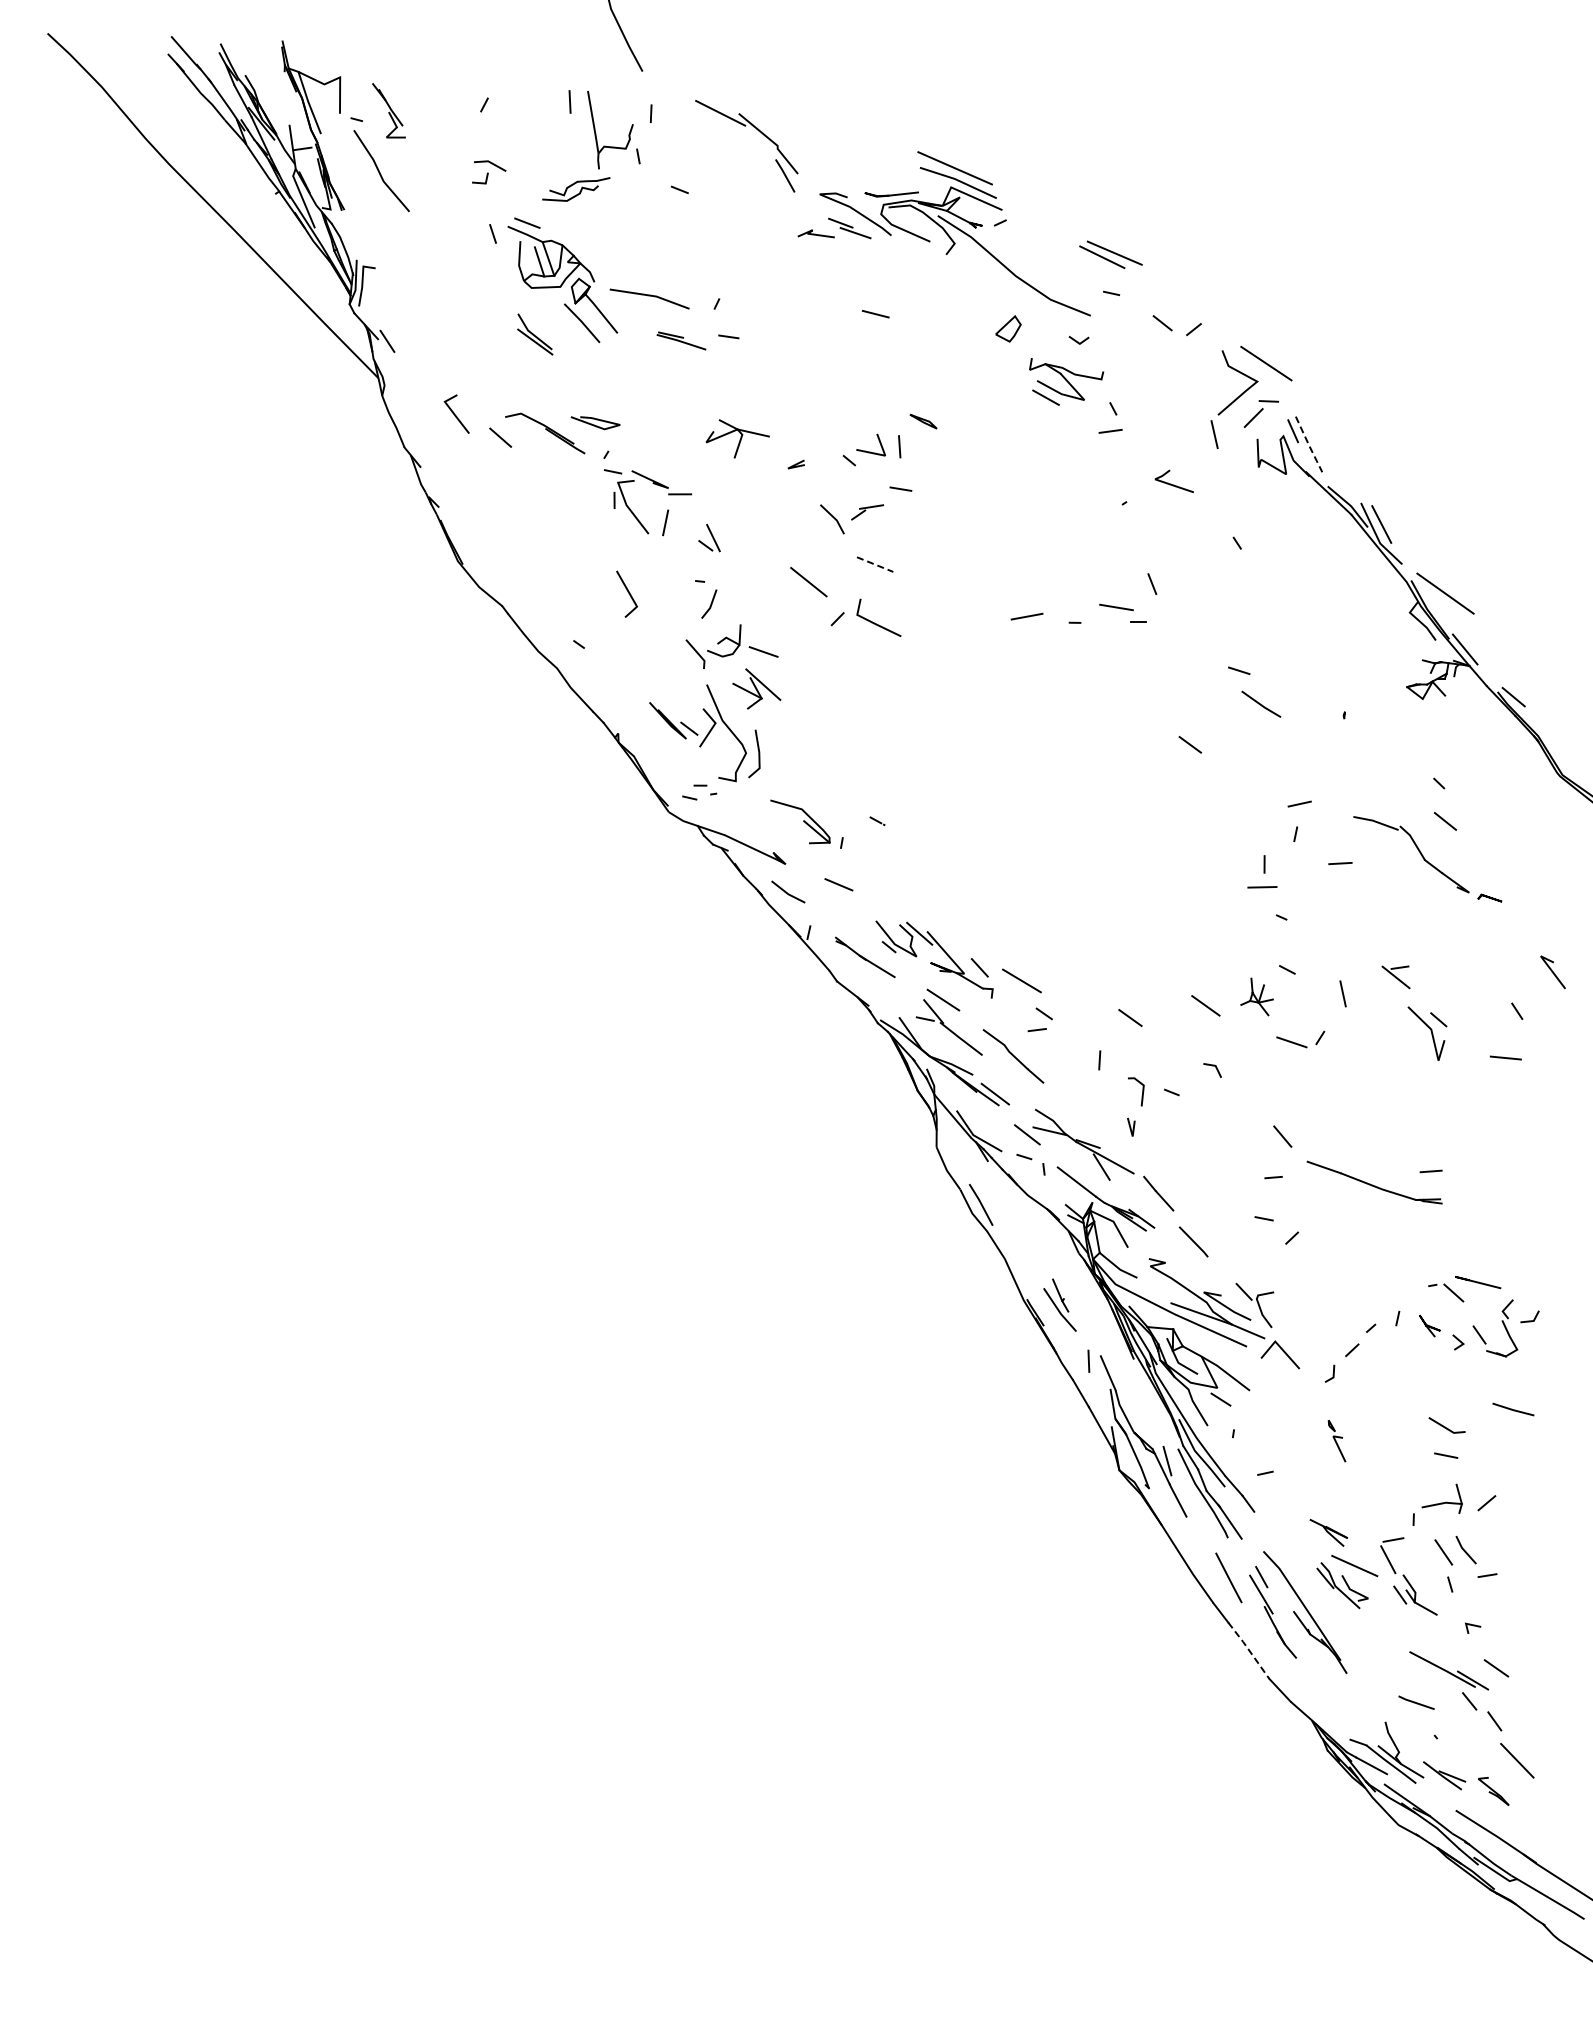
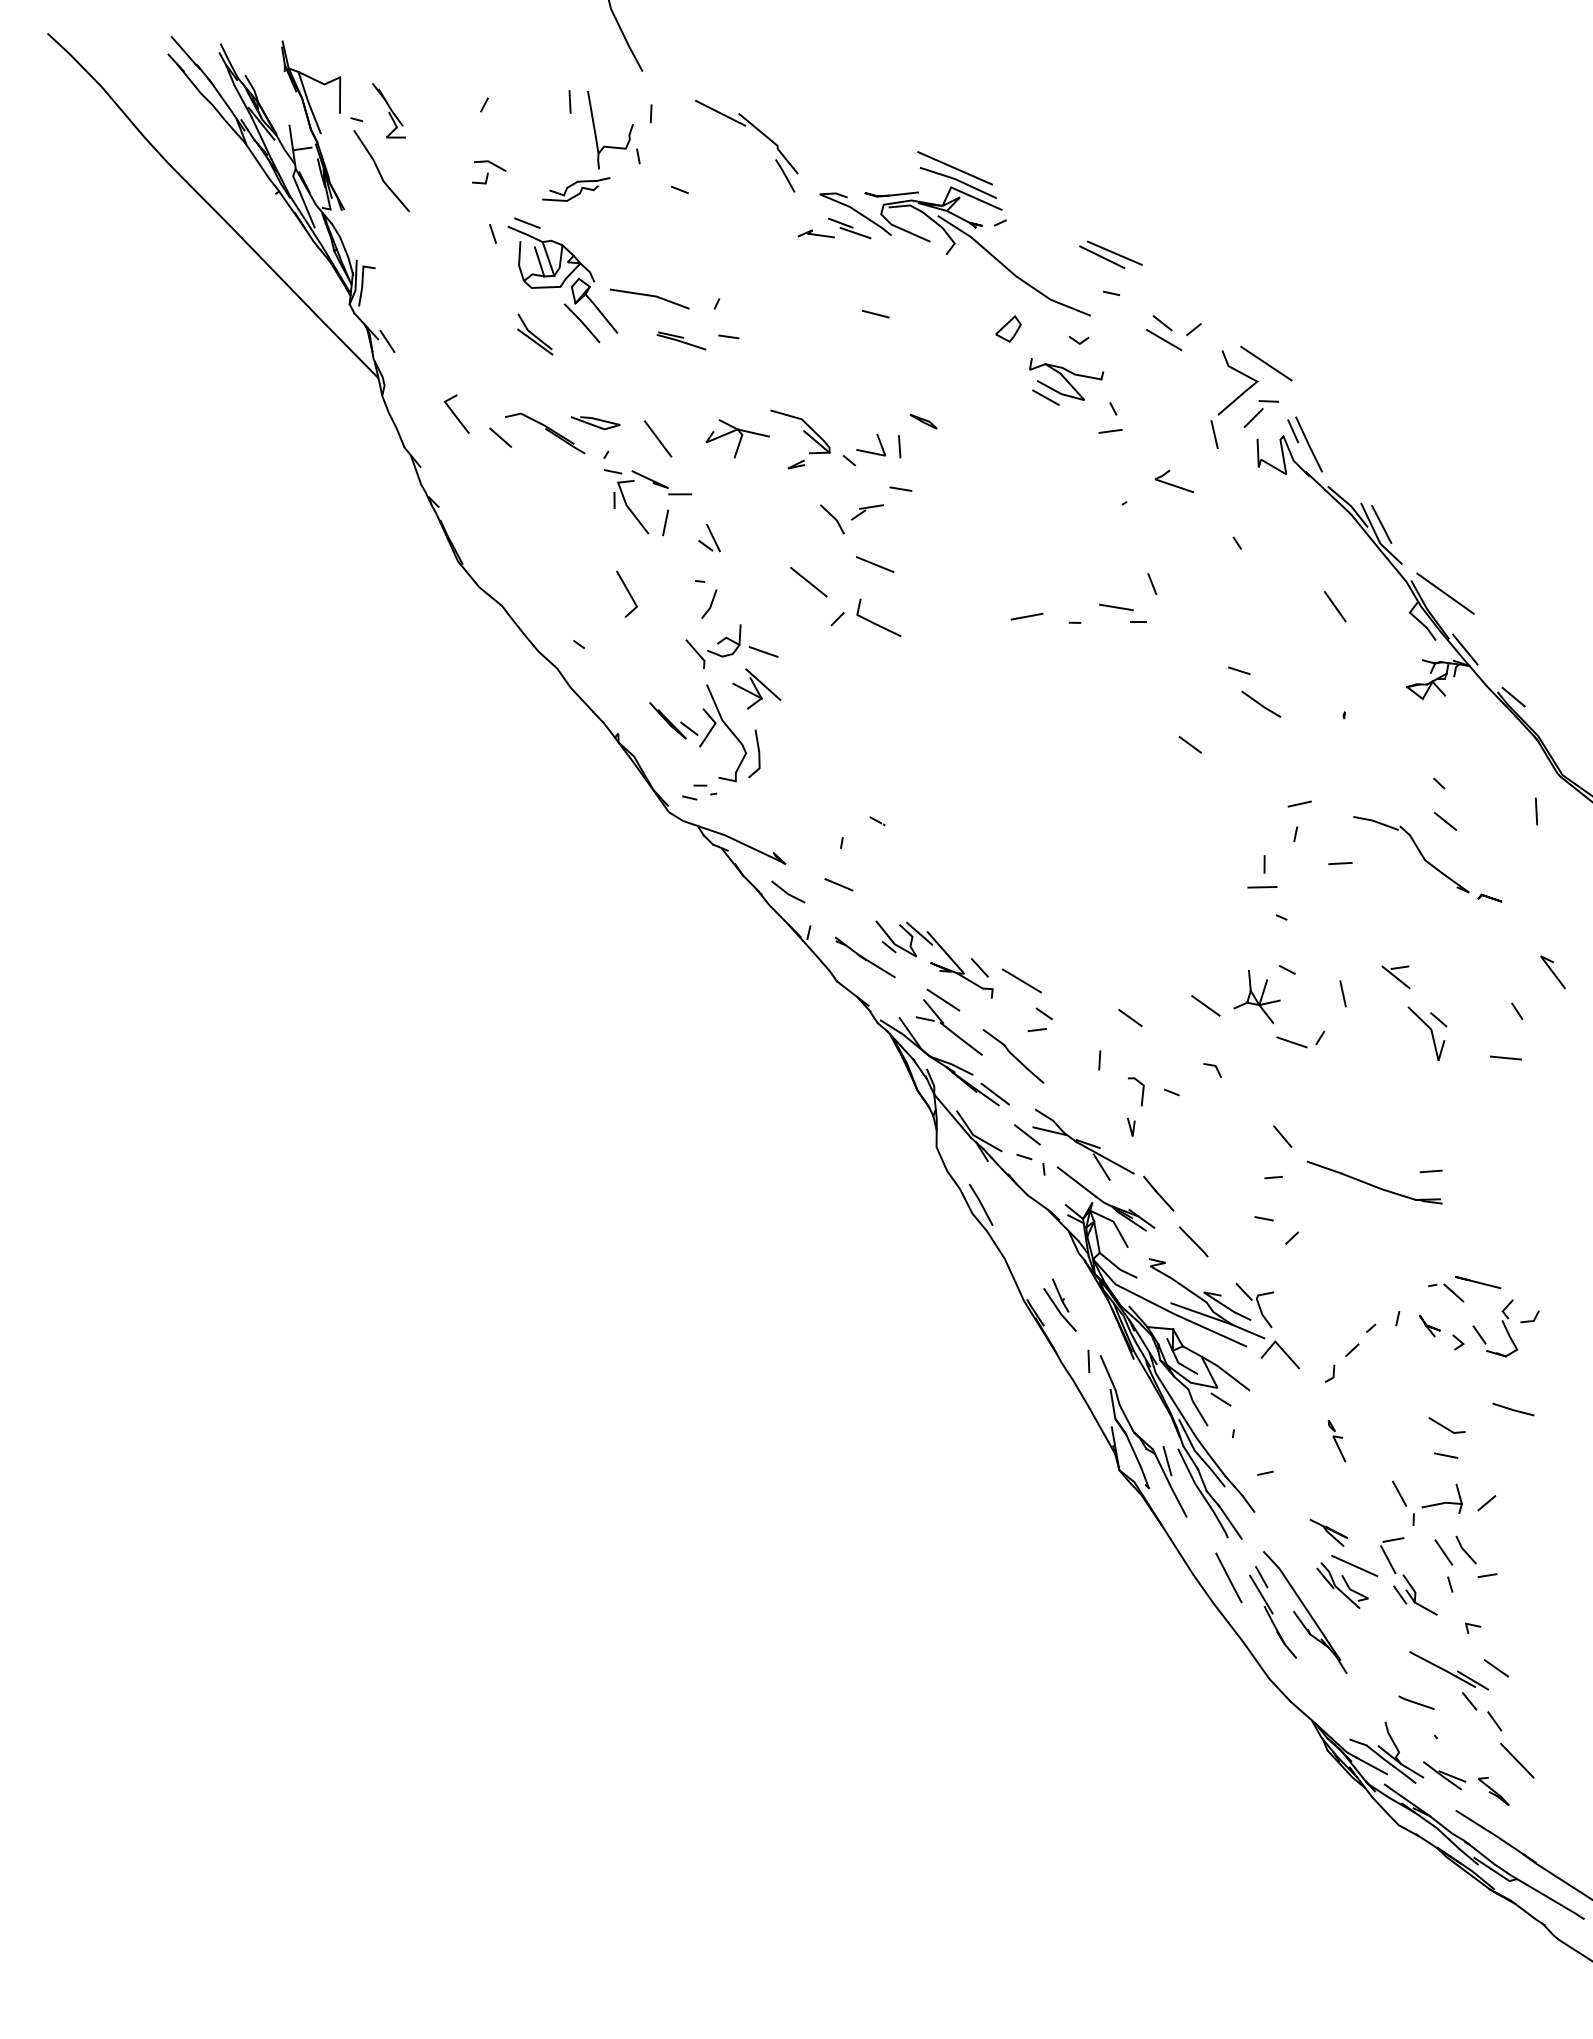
line at (1164, 340): none -> present
line at (658, 438): none -> present
line at (1309, 445): dashed -> solid
line at (875, 564): dashed -> solid
line at (1334, 606): none -> present
line at (1536, 811): none -> present
part at (800, 821) position: (800, 821) -> (800, 431)
part at (1256, 996) size: 34x40 px -> 48x56 px
line at (1399, 1493): none -> present
line at (1249, 1650): dashed -> solid
